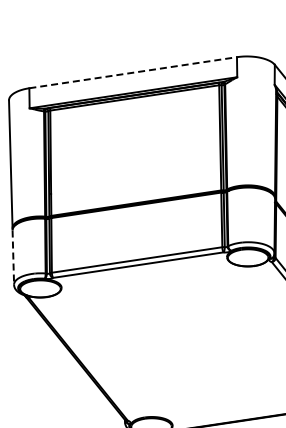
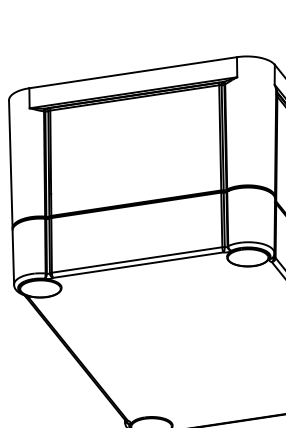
line at (133, 72): dashed -> solid
line at (13, 258): dashed -> solid
